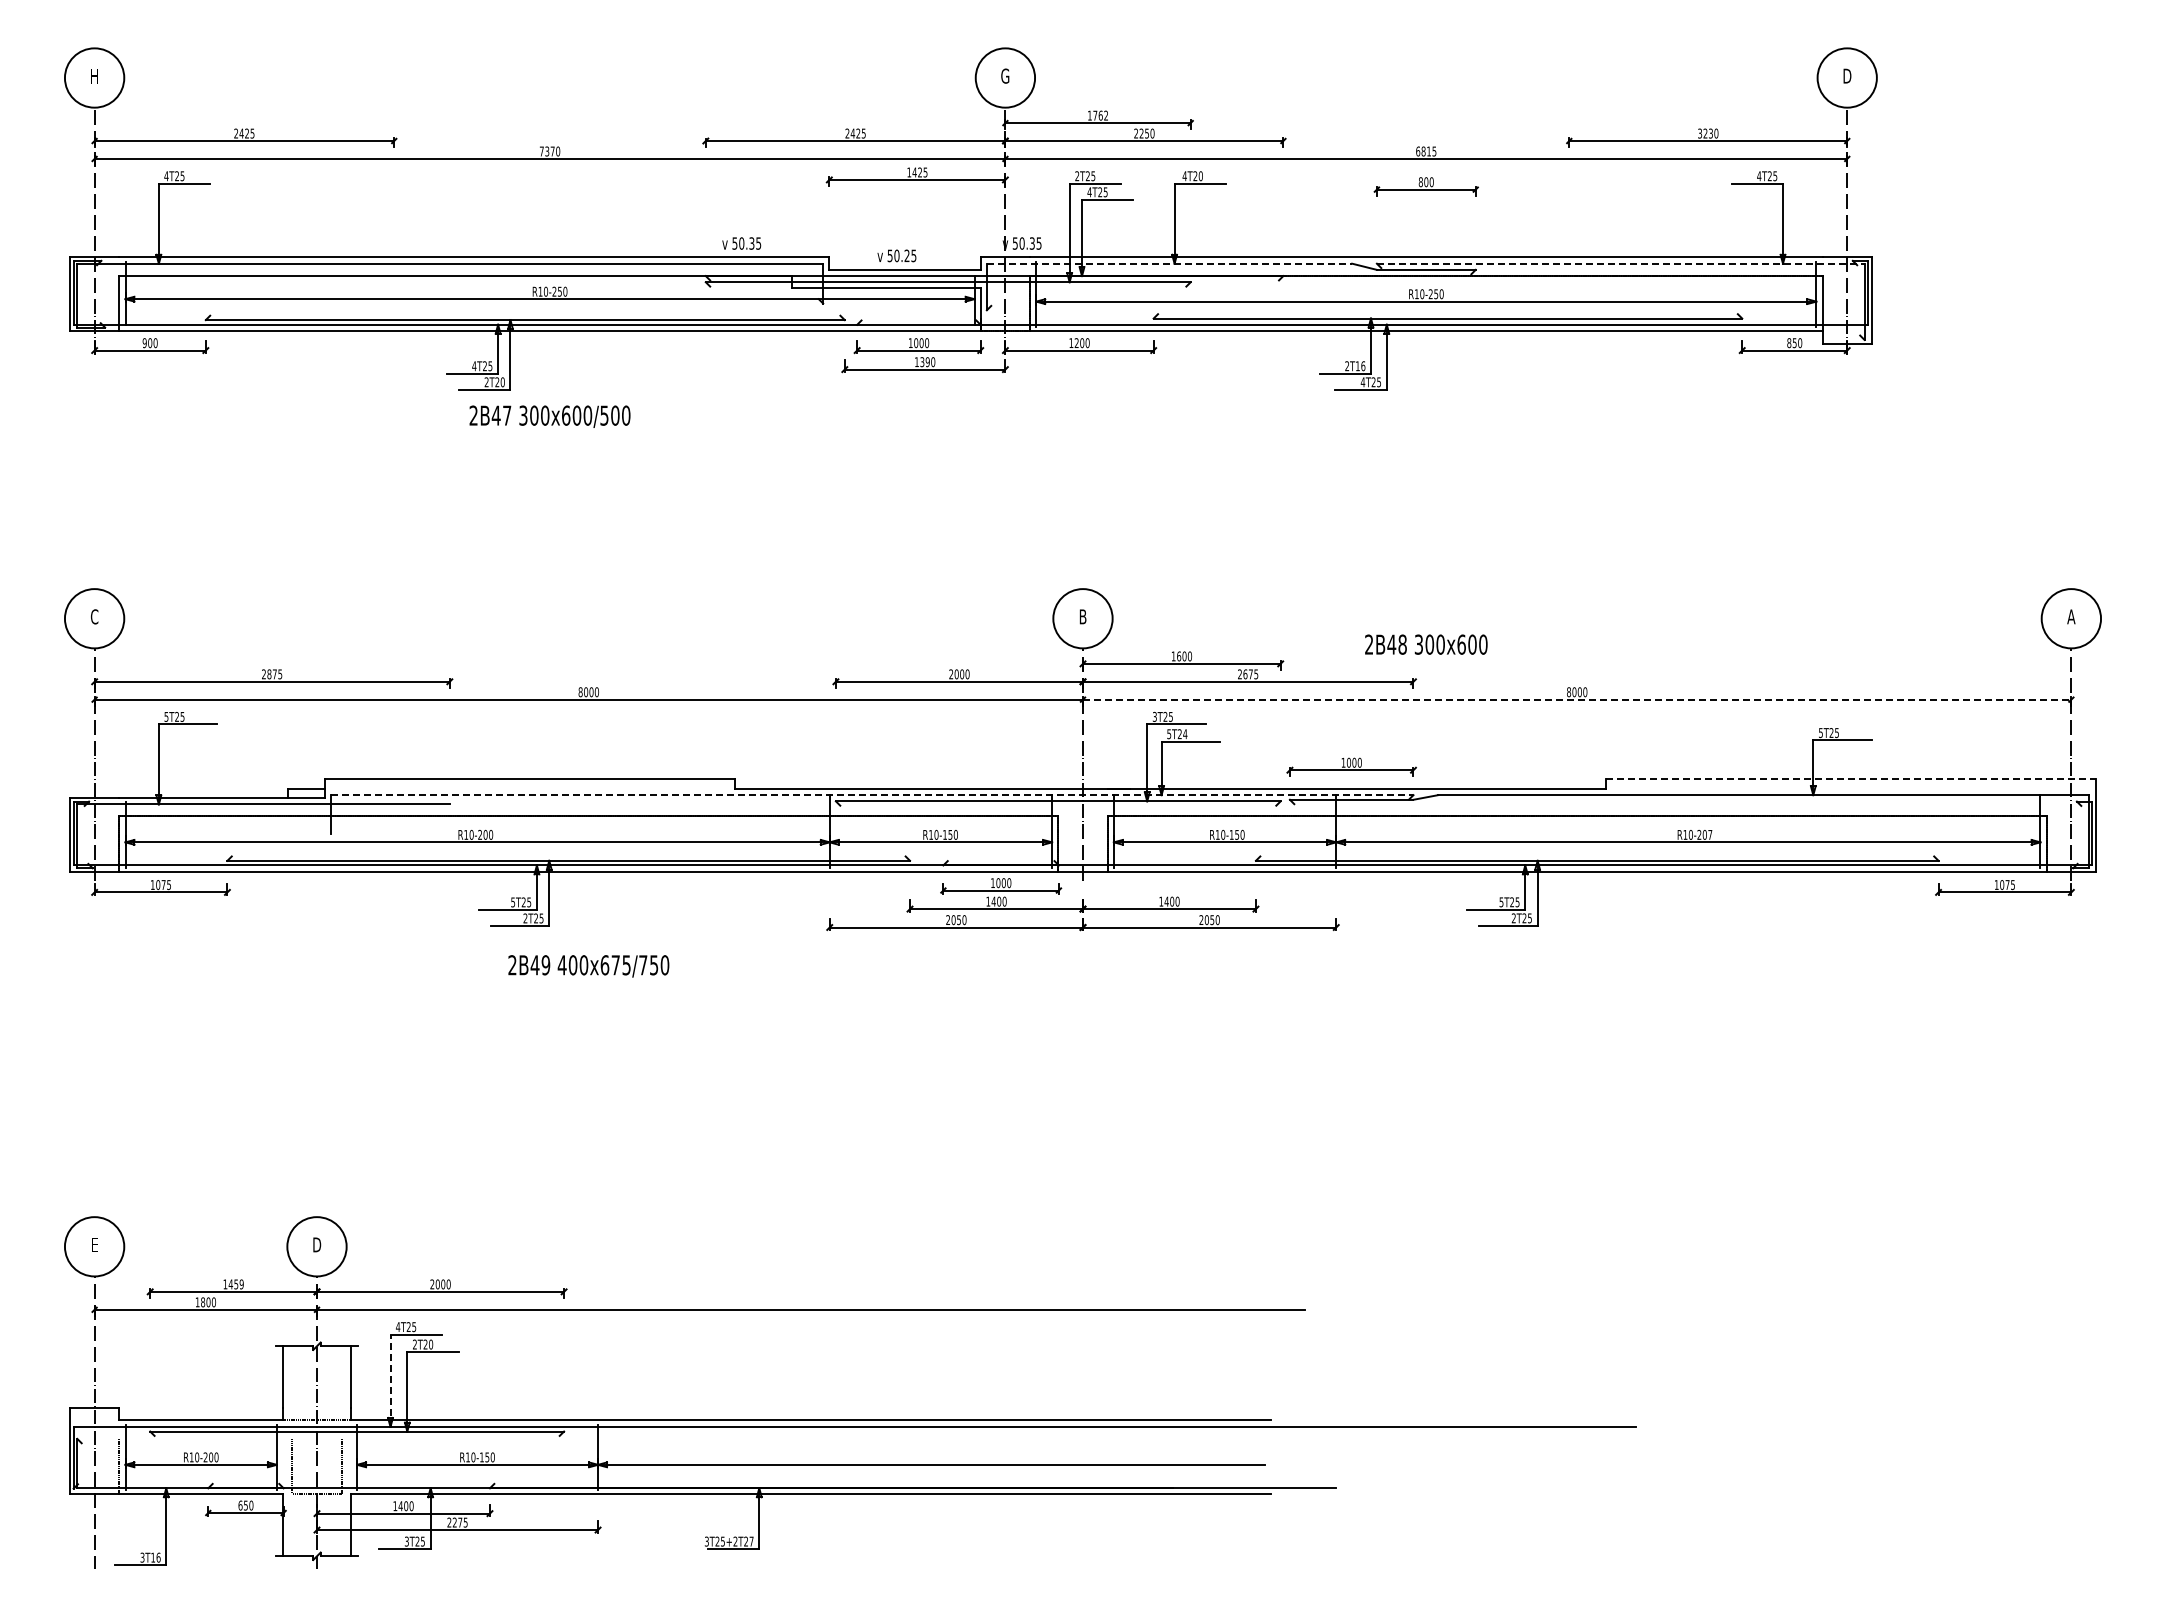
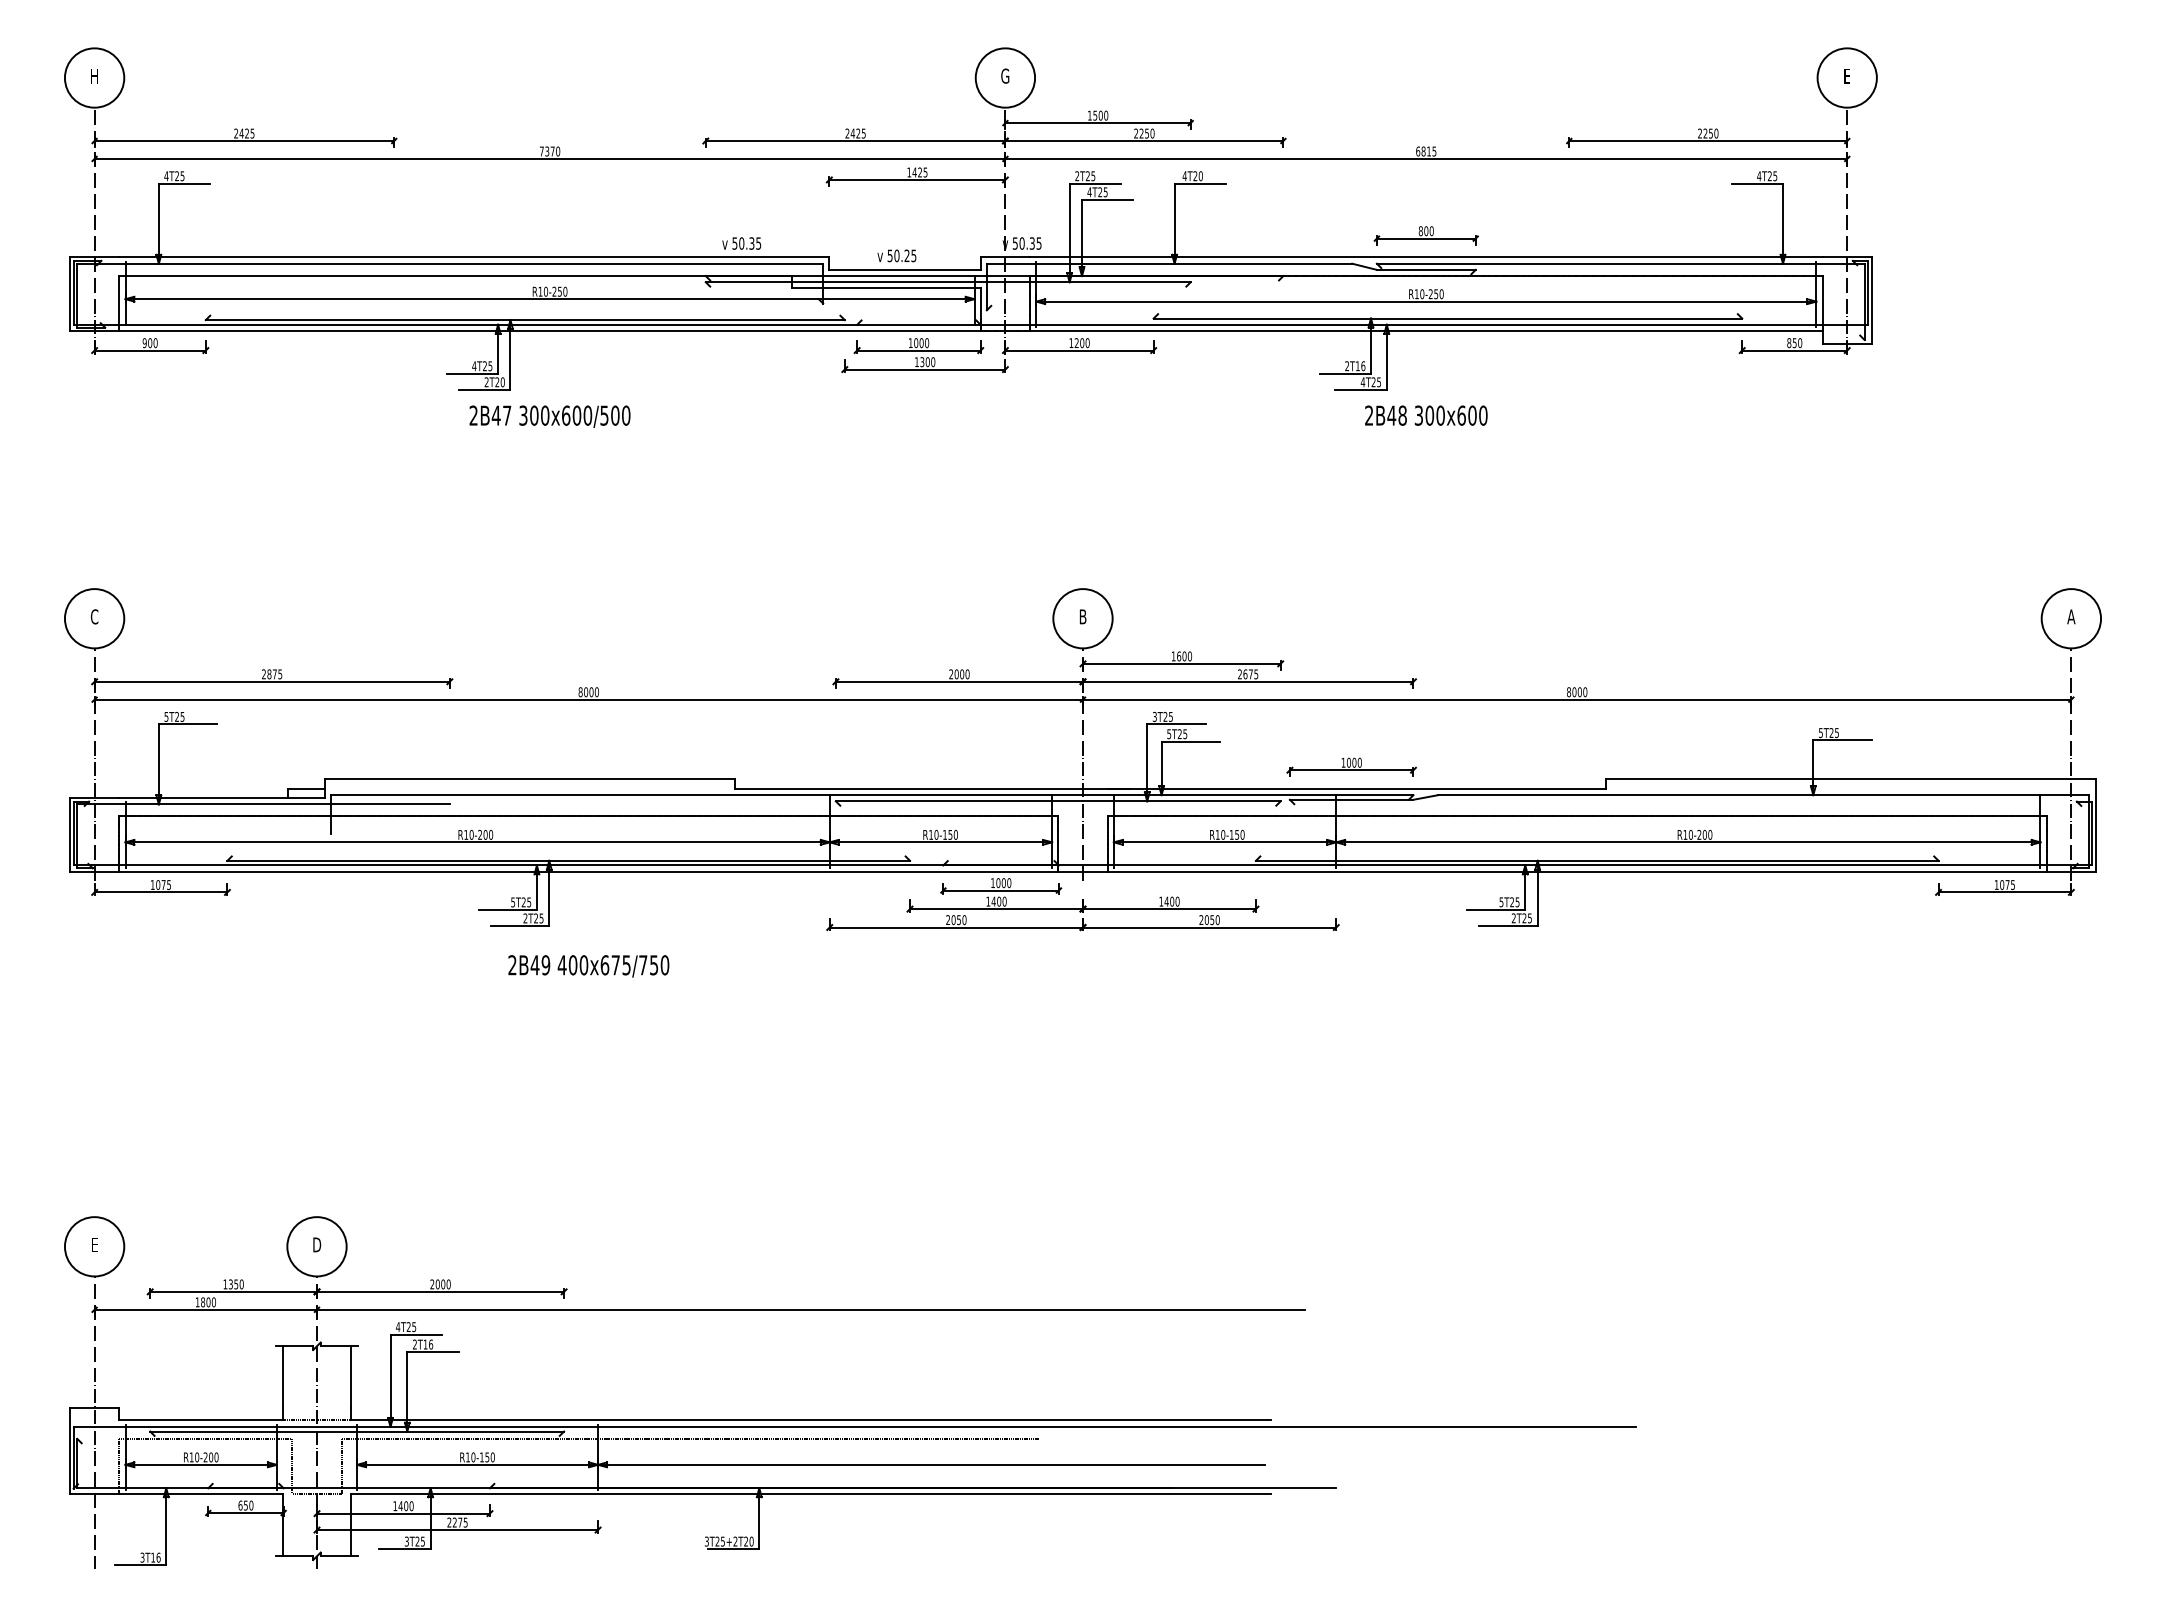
text at (1847, 75): D -> E
text at (1100, 115): 1762 -> 1500
text at (1705, 133): 3230 -> 2250
part at (1425, 186) position: (1425, 186) -> (1425, 235)
line at (1169, 263): dashed -> solid
line at (1620, 263): dashed -> solid
text at (927, 362): 1390 -> 1300
text at (1426, 644) position: (1426, 644) -> (1426, 415)
line at (1577, 699): dashed -> solid
text at (1185, 734): 5T24 -> 5T25
line at (1851, 779): dashed -> solid
line at (872, 795): dashed -> solid
text at (1710, 834): R10-207 -> R10-200
text at (235, 1284): 1459 -> 1350
text at (428, 1344): 2T20 -> 2T16
line at (390, 1380): dashed -> solid
line at (205, 1438): none -> present
line at (690, 1438): none -> present
text at (751, 1541): 3T25+2T27 -> 3T25+2T20
